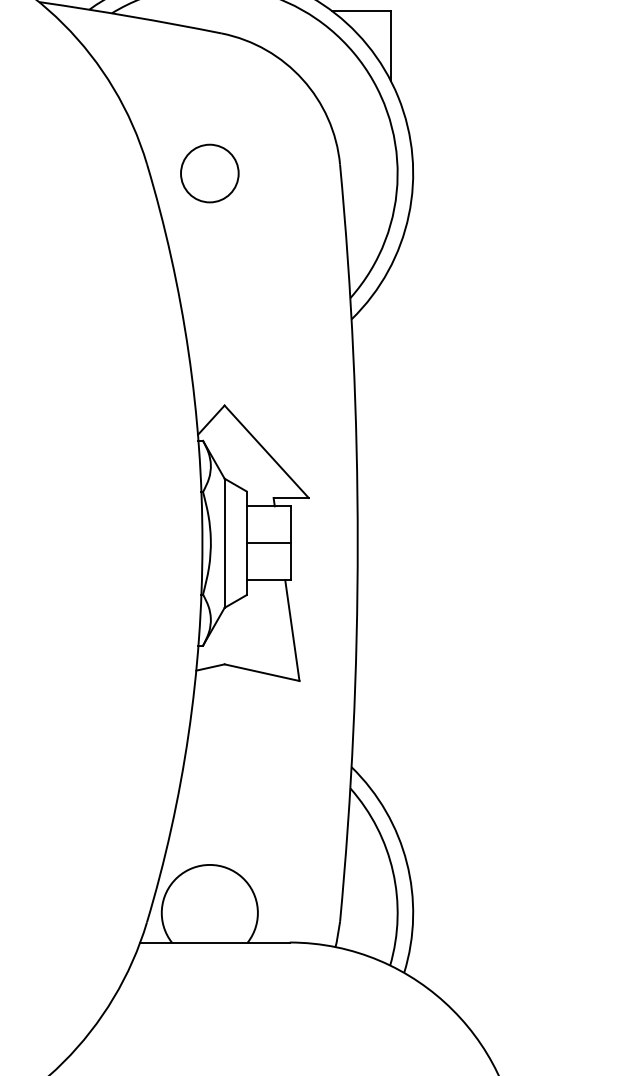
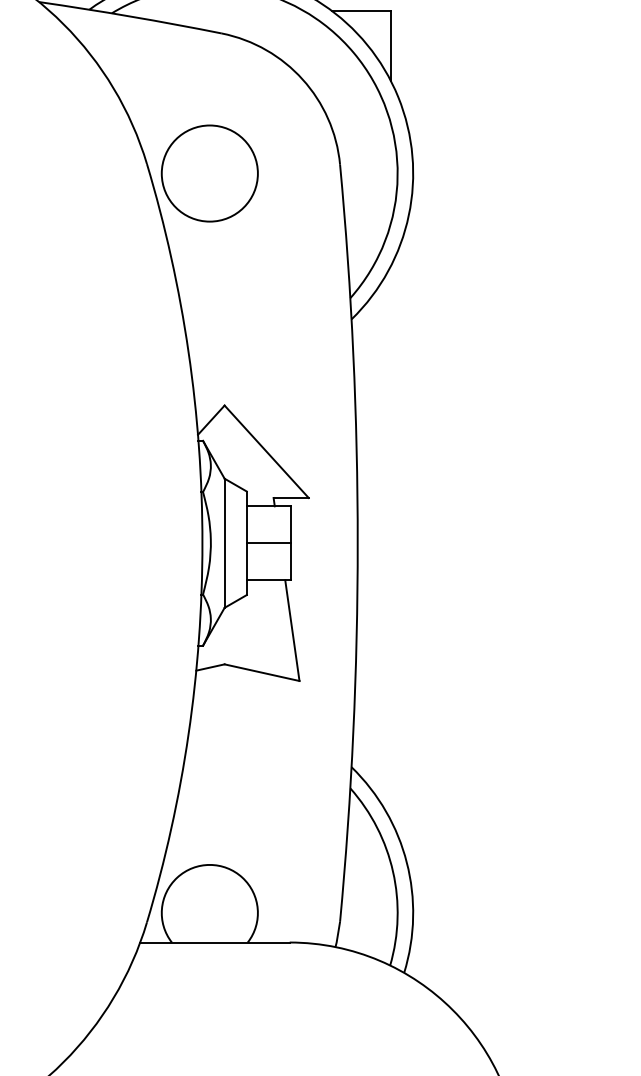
circle at (209, 173) diameter: 58 px -> 96 px
